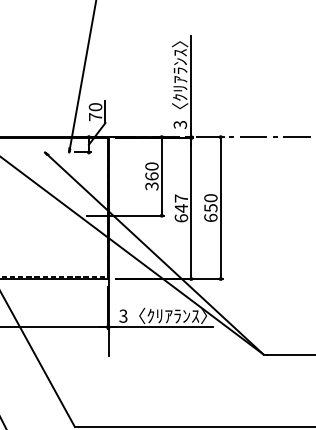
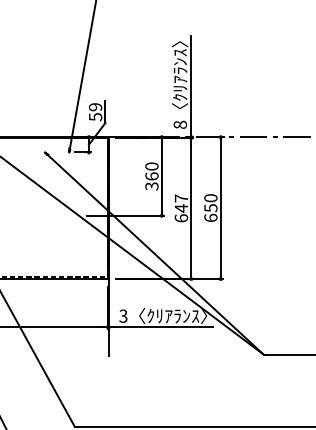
text at (95, 112): 70 -> 59
text at (179, 124): 3 -> 8
